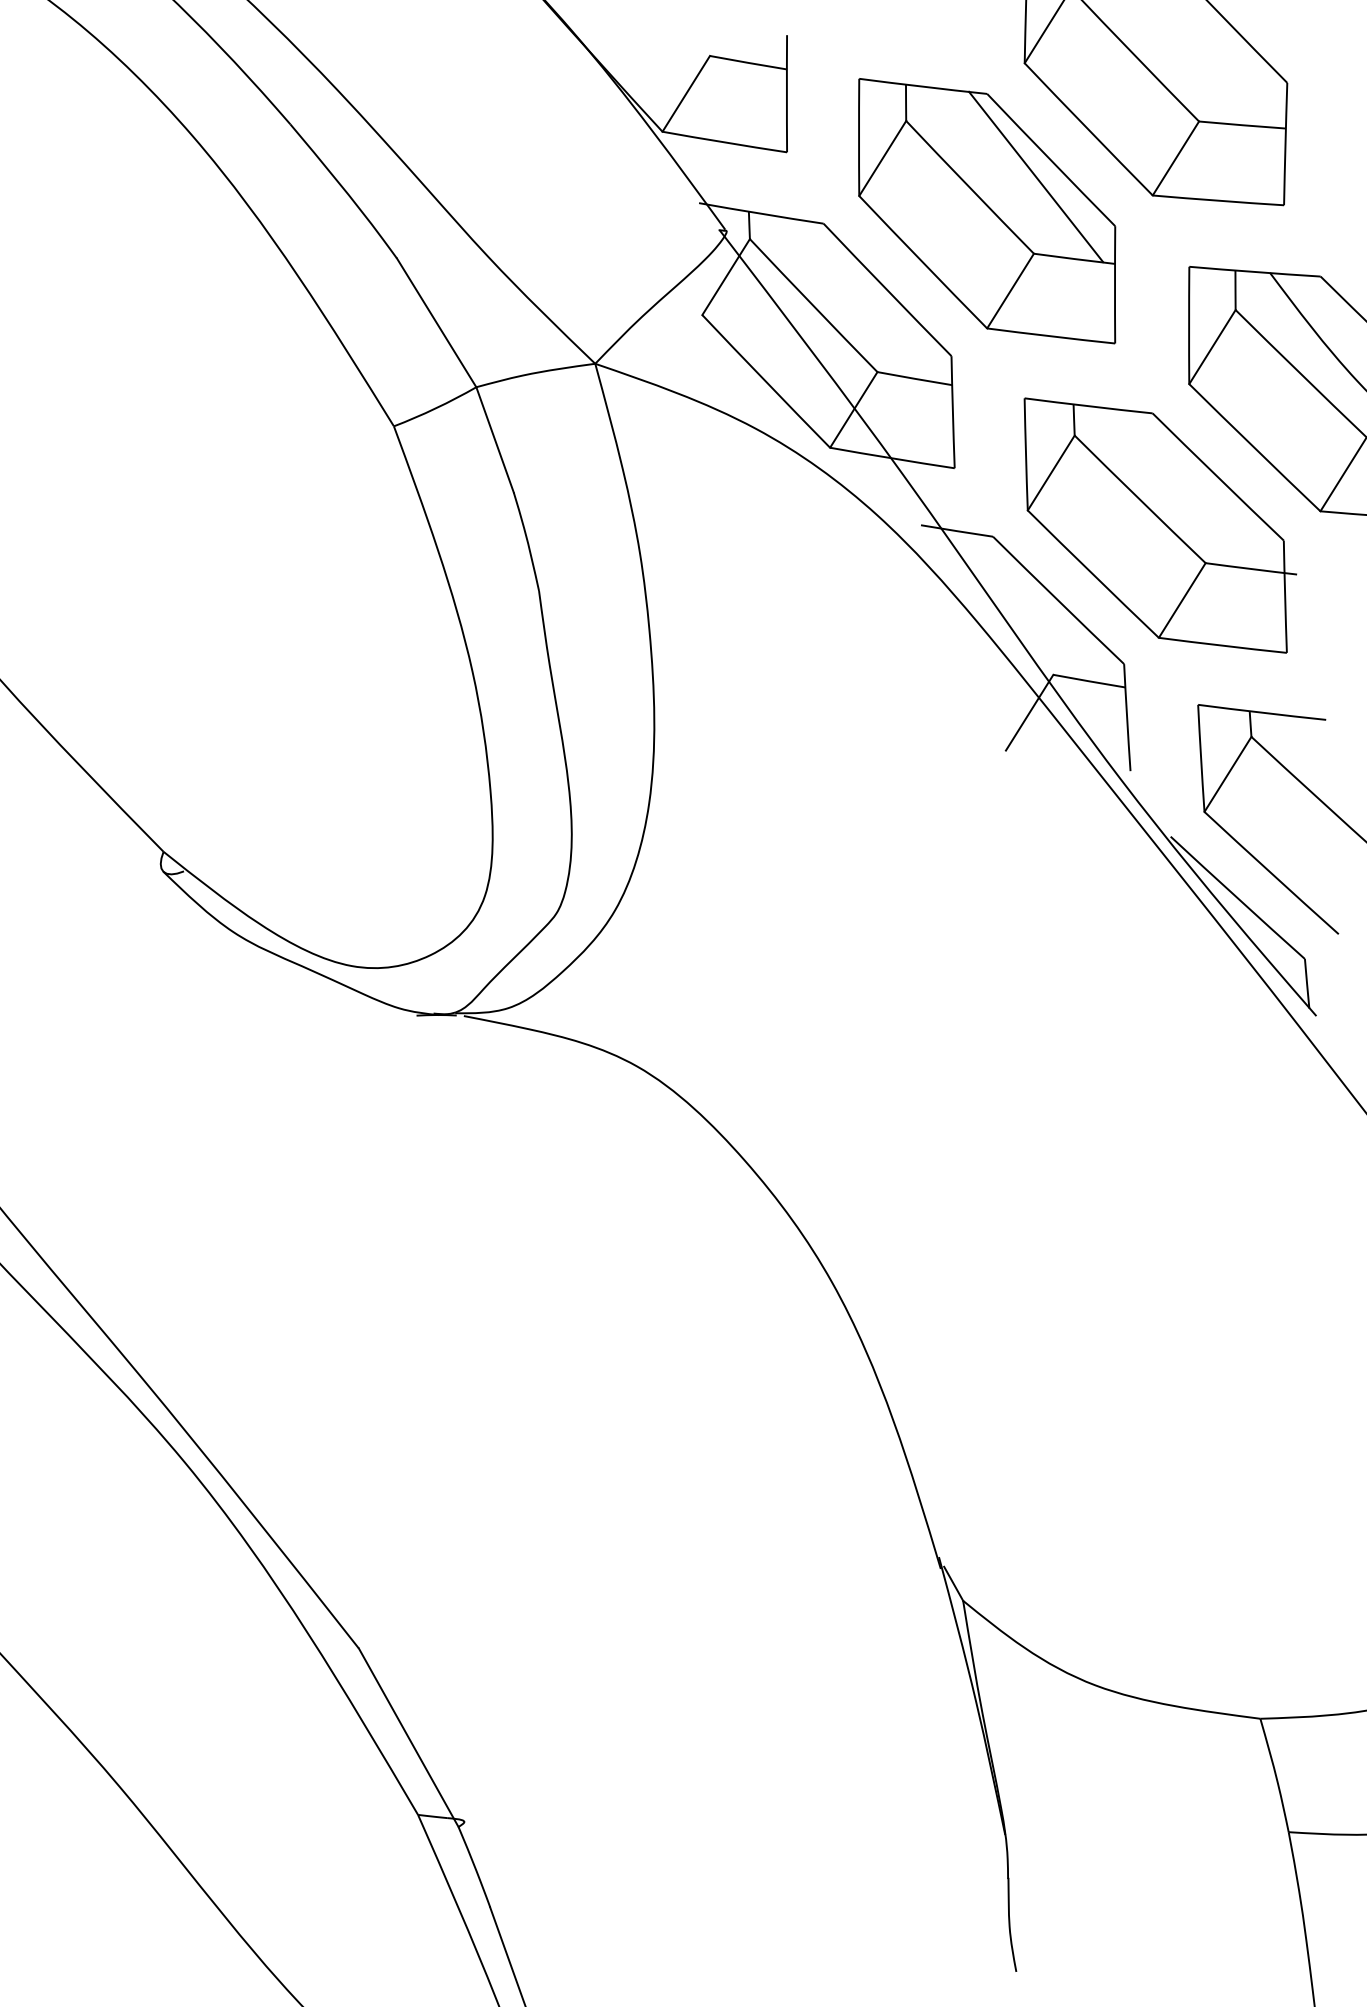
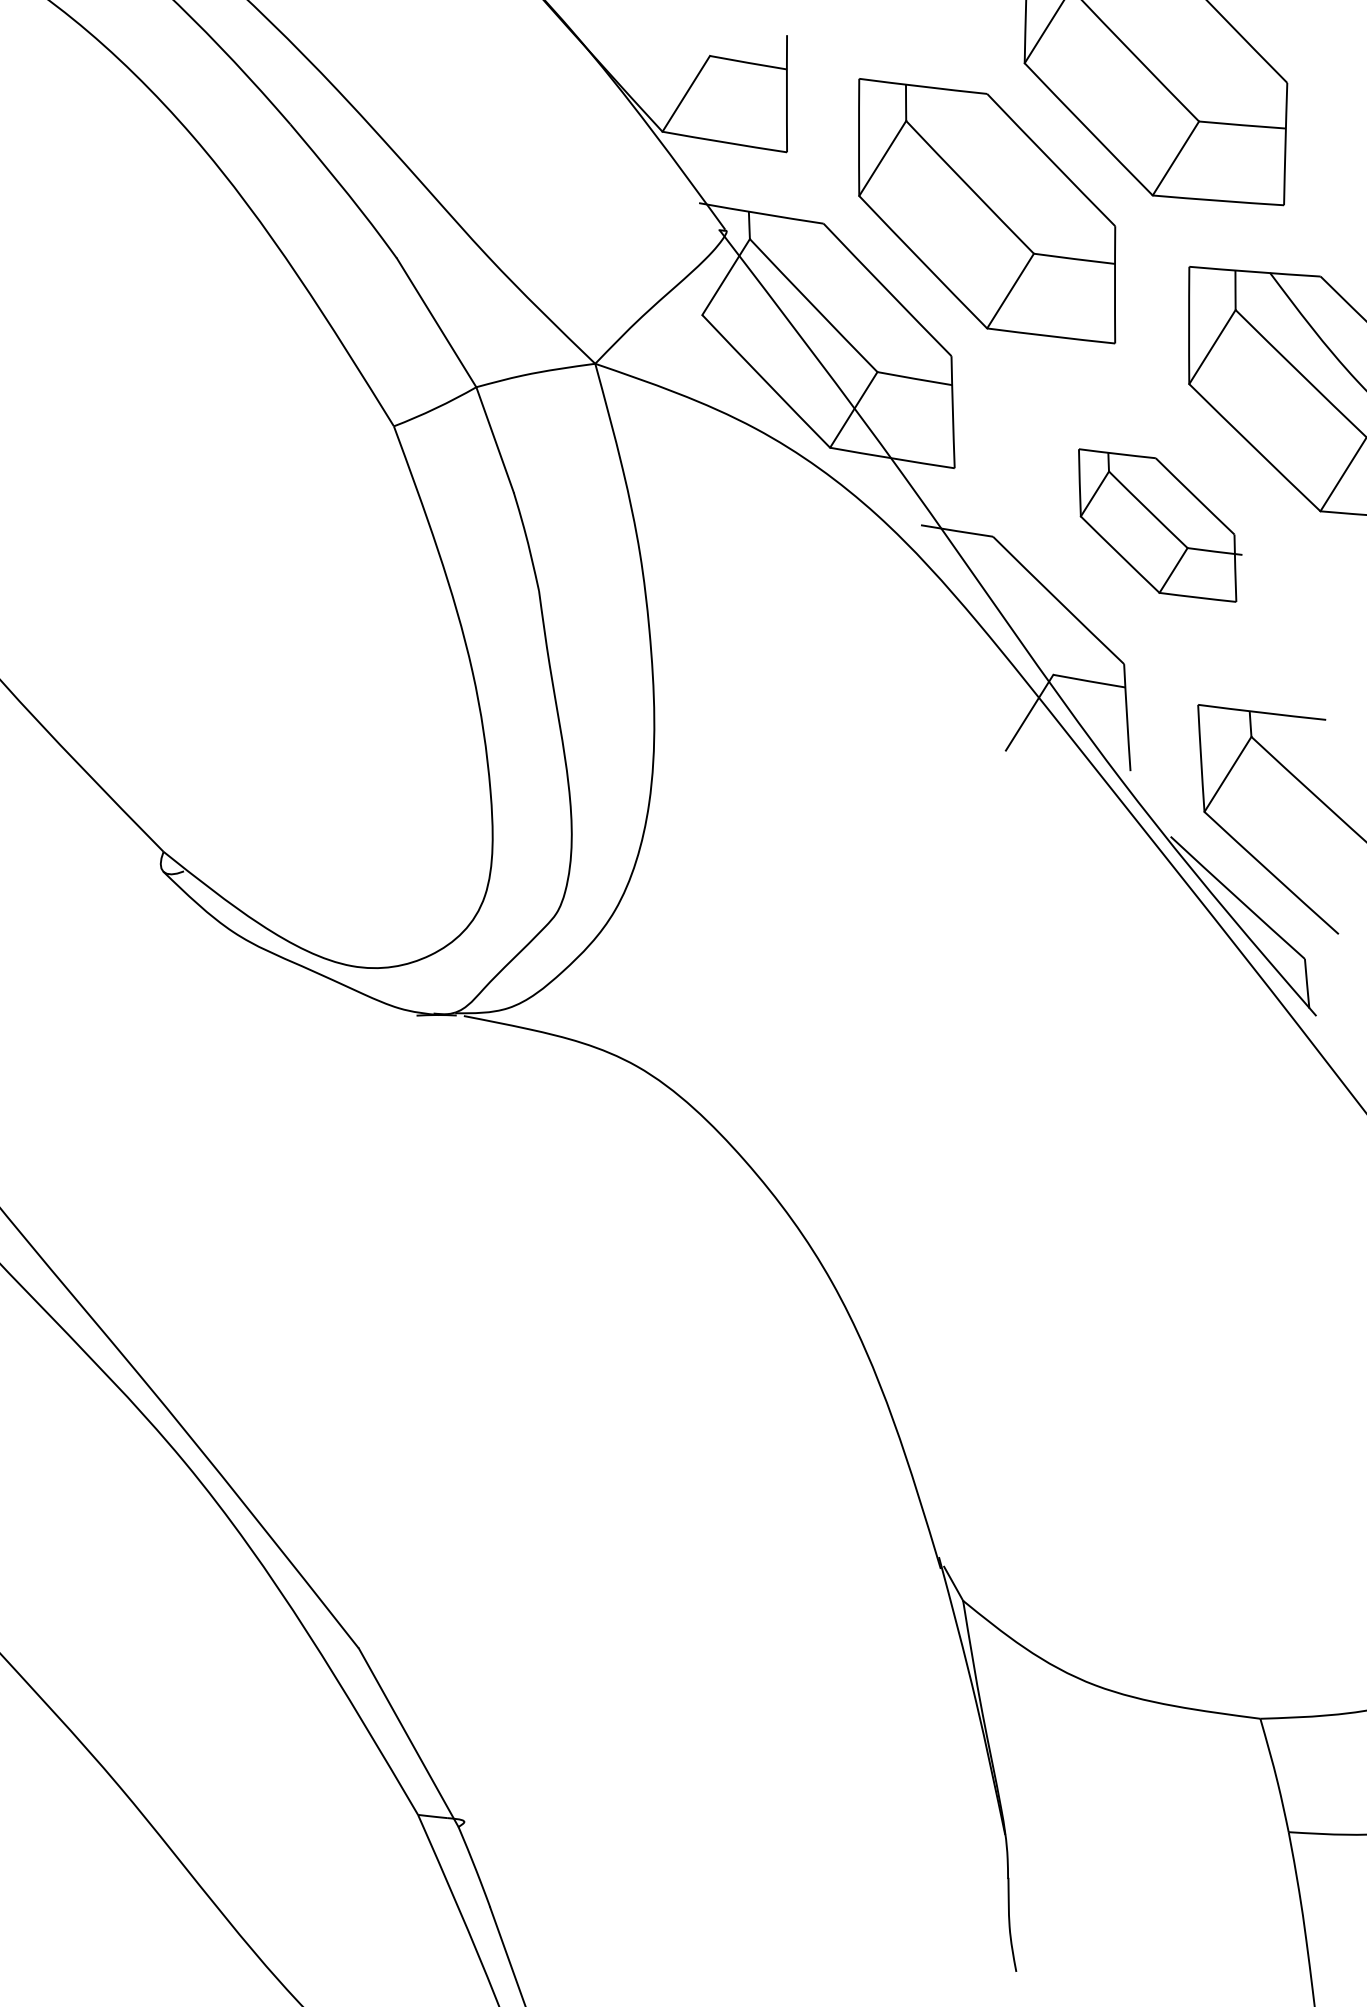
line at (1036, 176): present -> none
part at (1160, 525) size: 275x257 px -> 165x155 px
